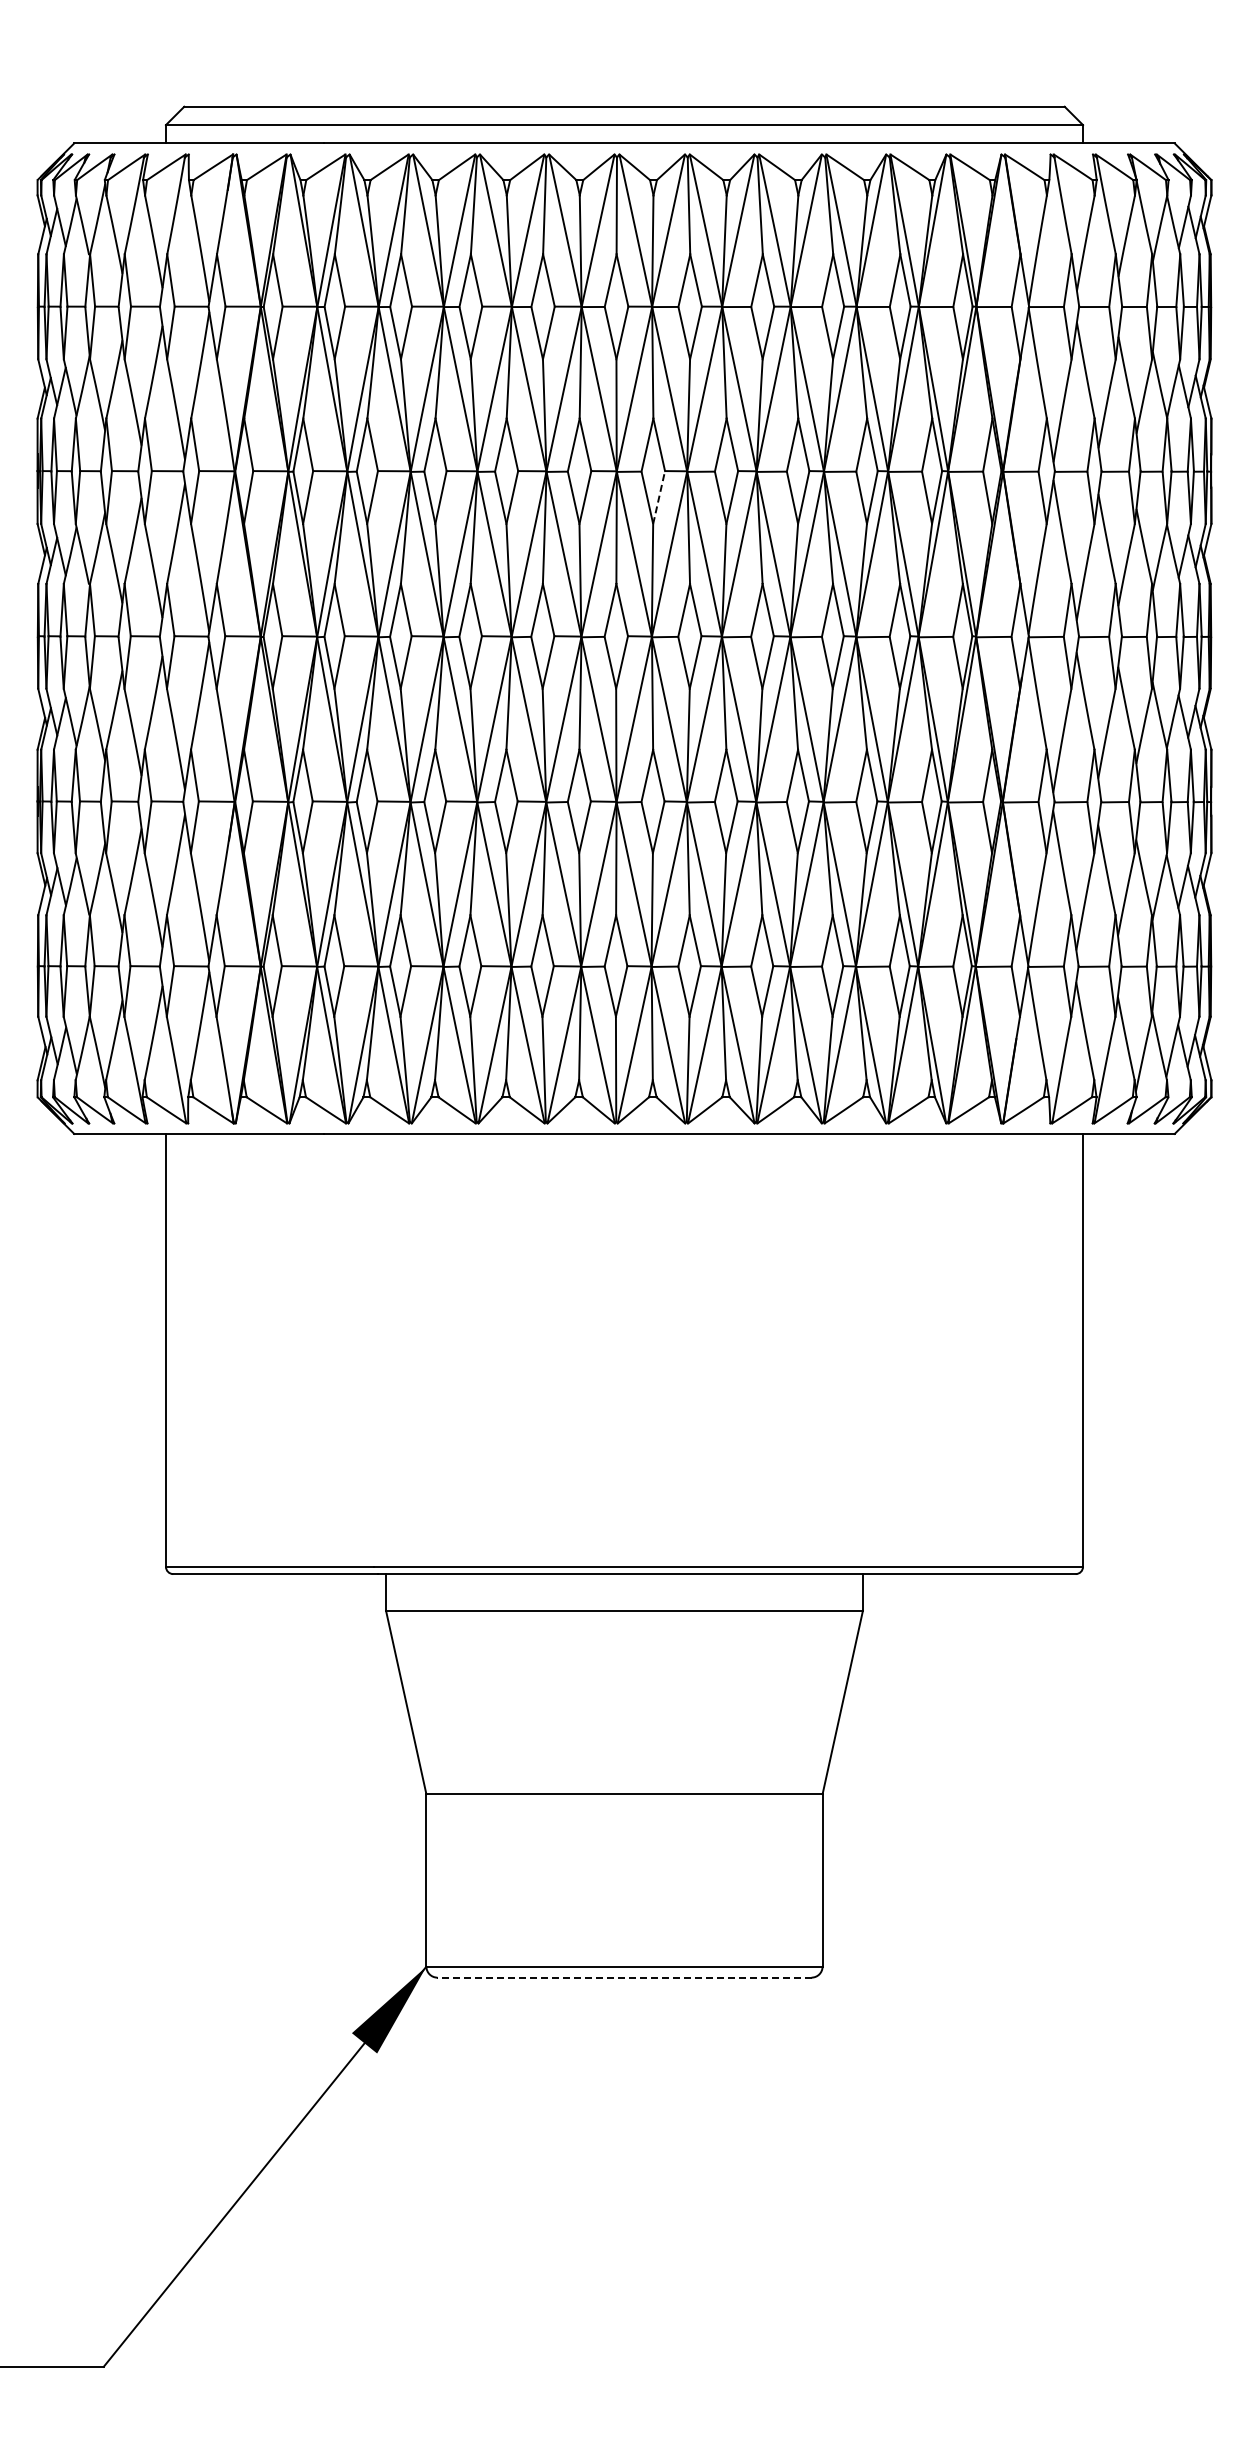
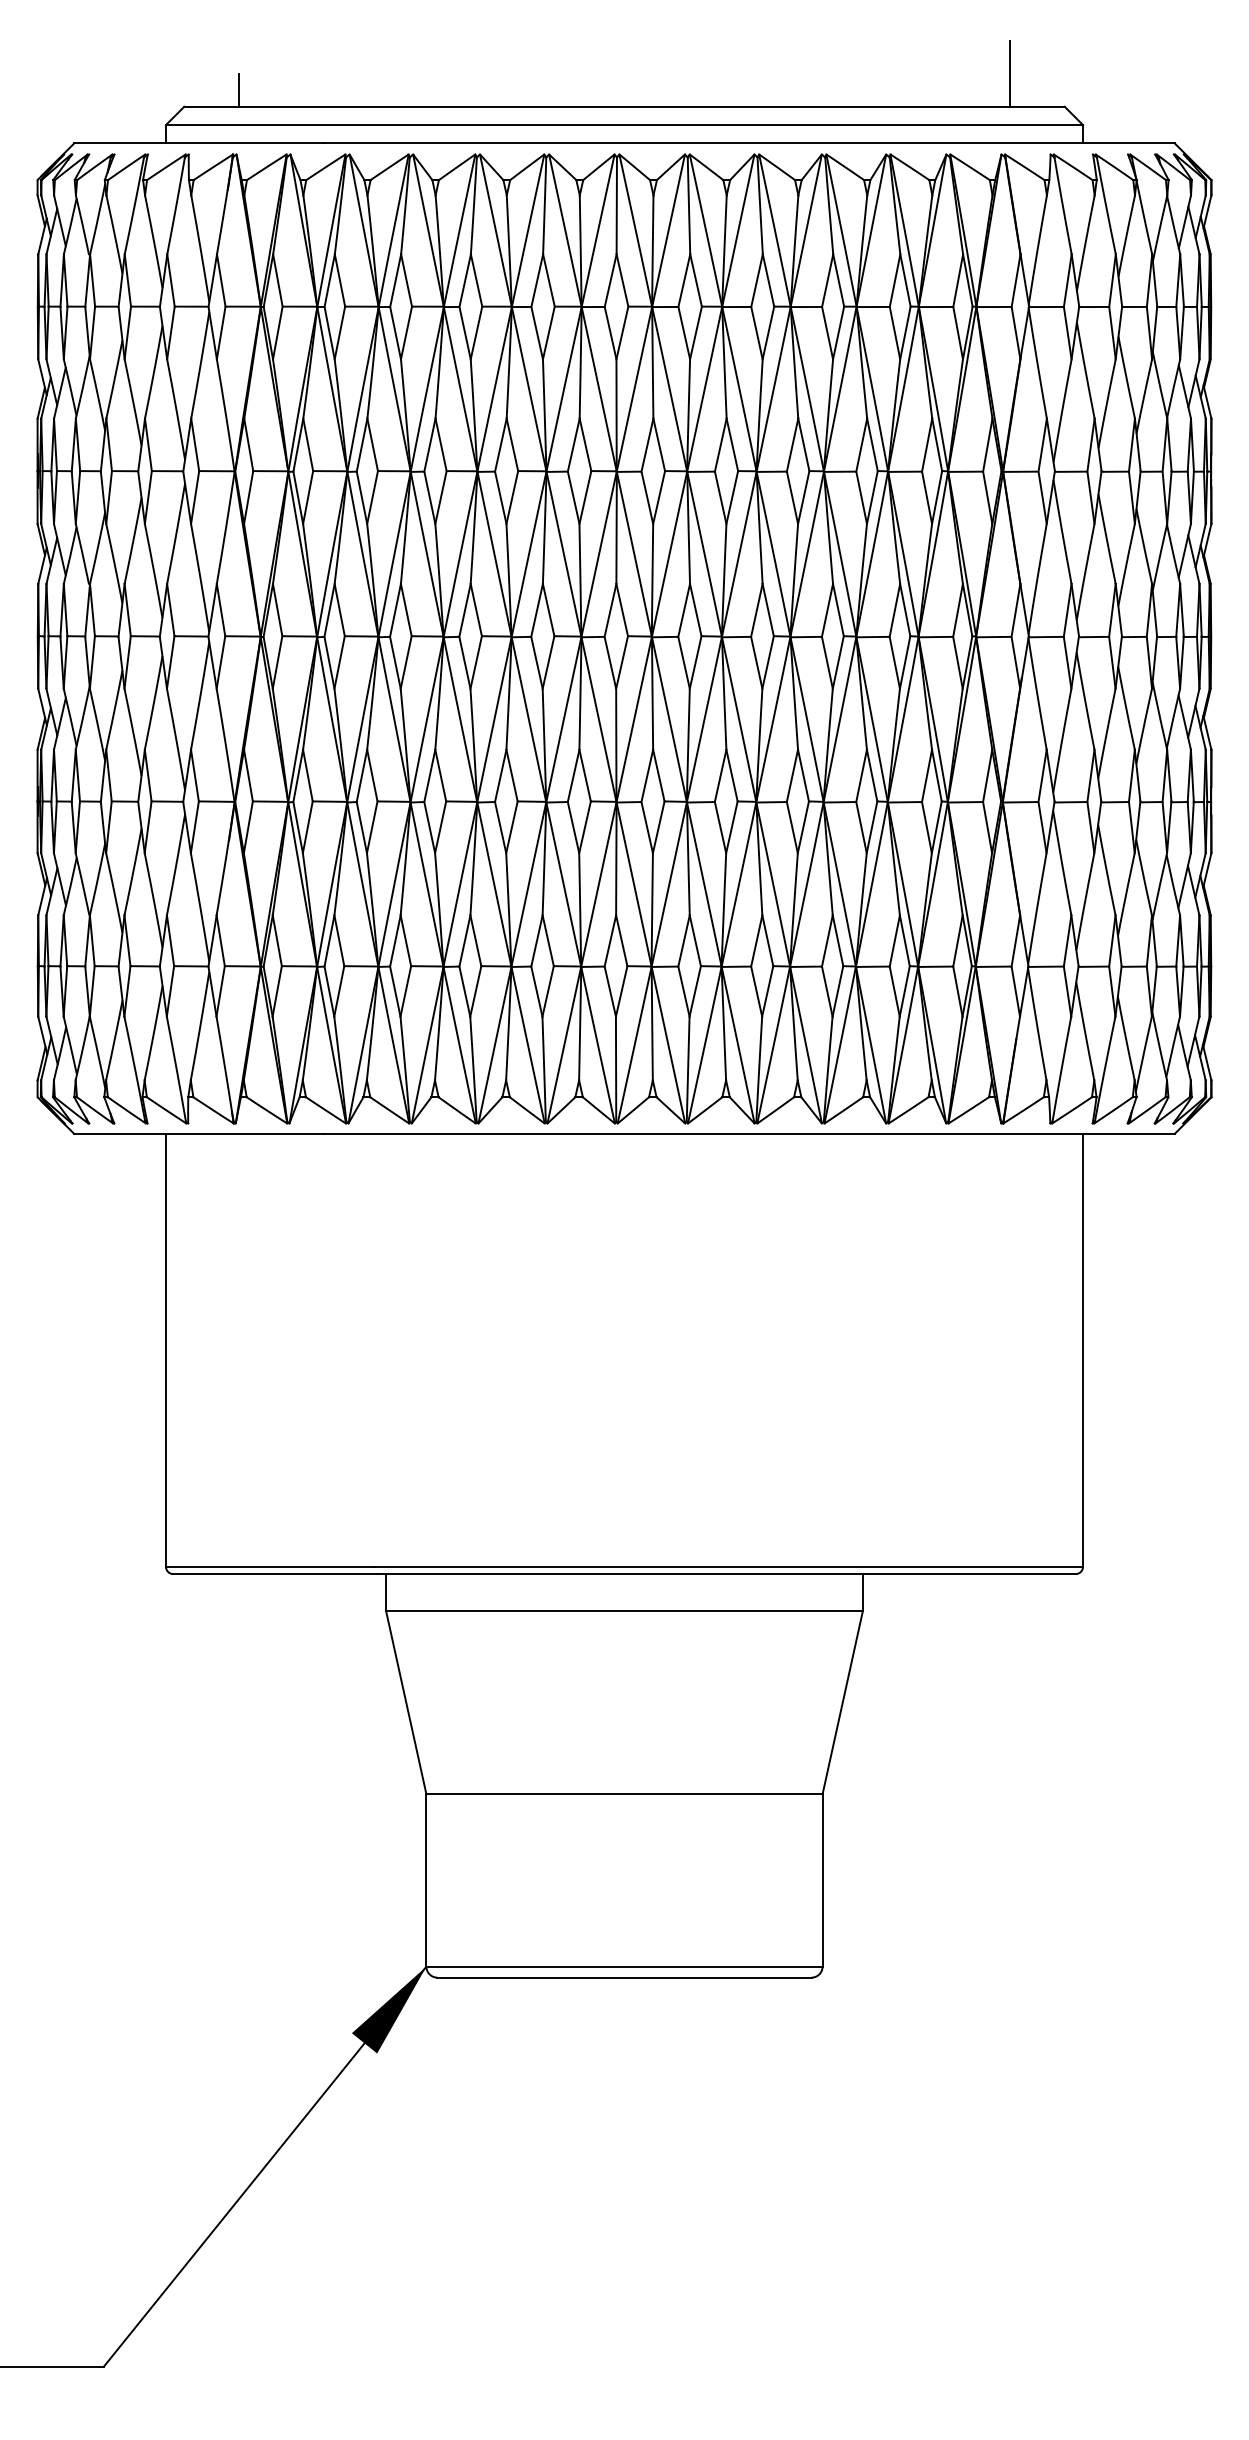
line at (1009, 73): none -> present
line at (239, 89): none -> present
line at (659, 497): dashed -> solid
line at (624, 1977): dashed -> solid
